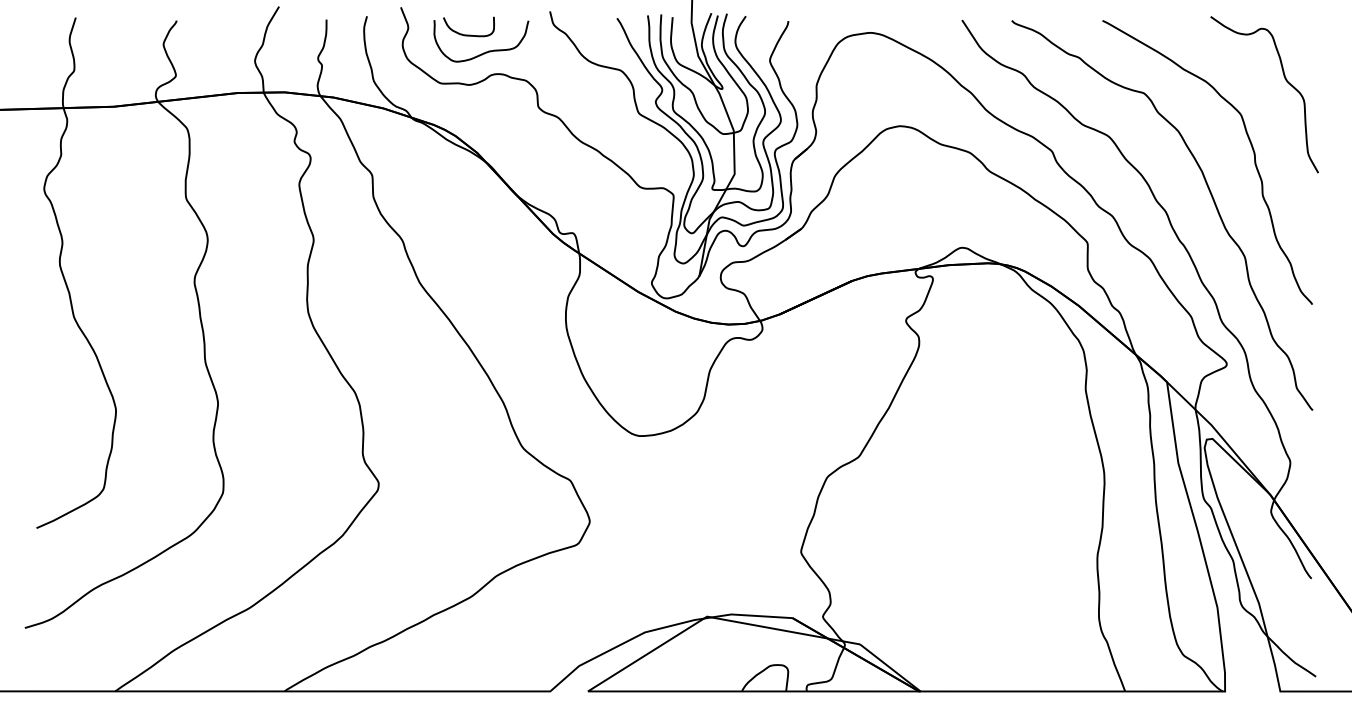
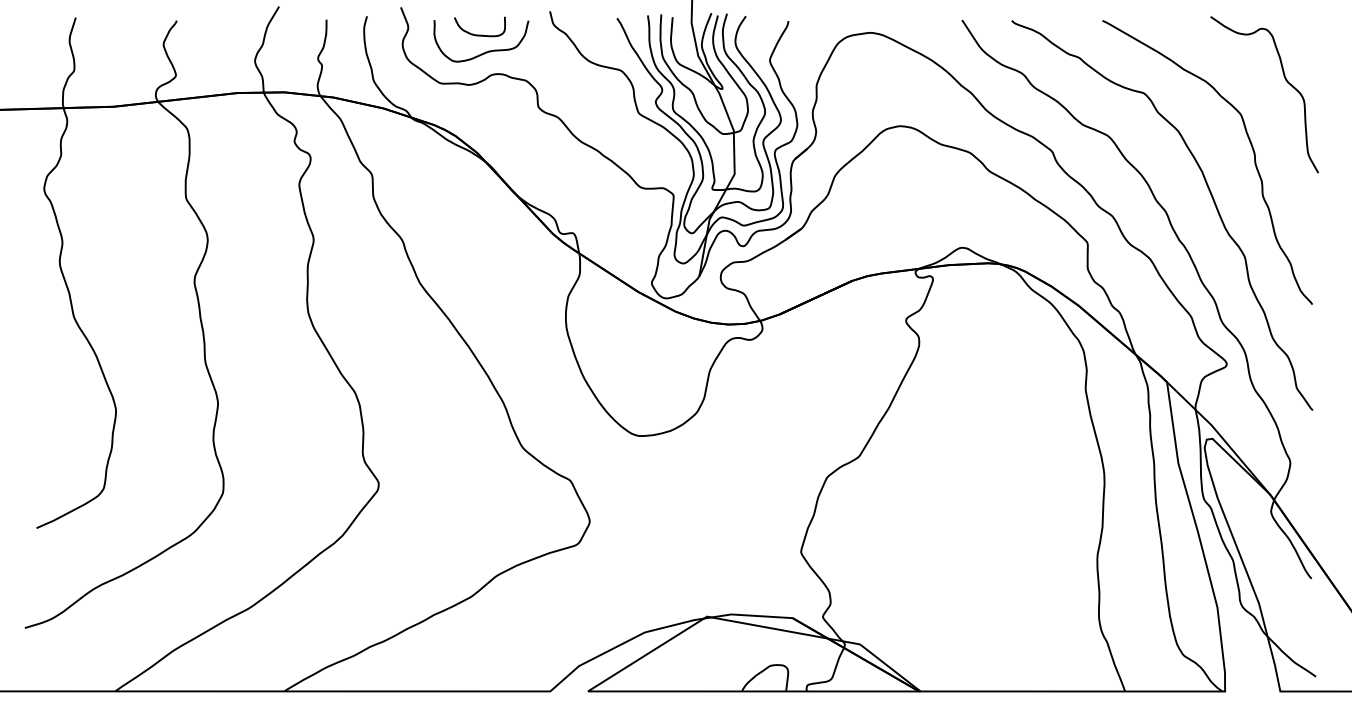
curve at (468, 34) position: (468, 34) -> (479, 34)
